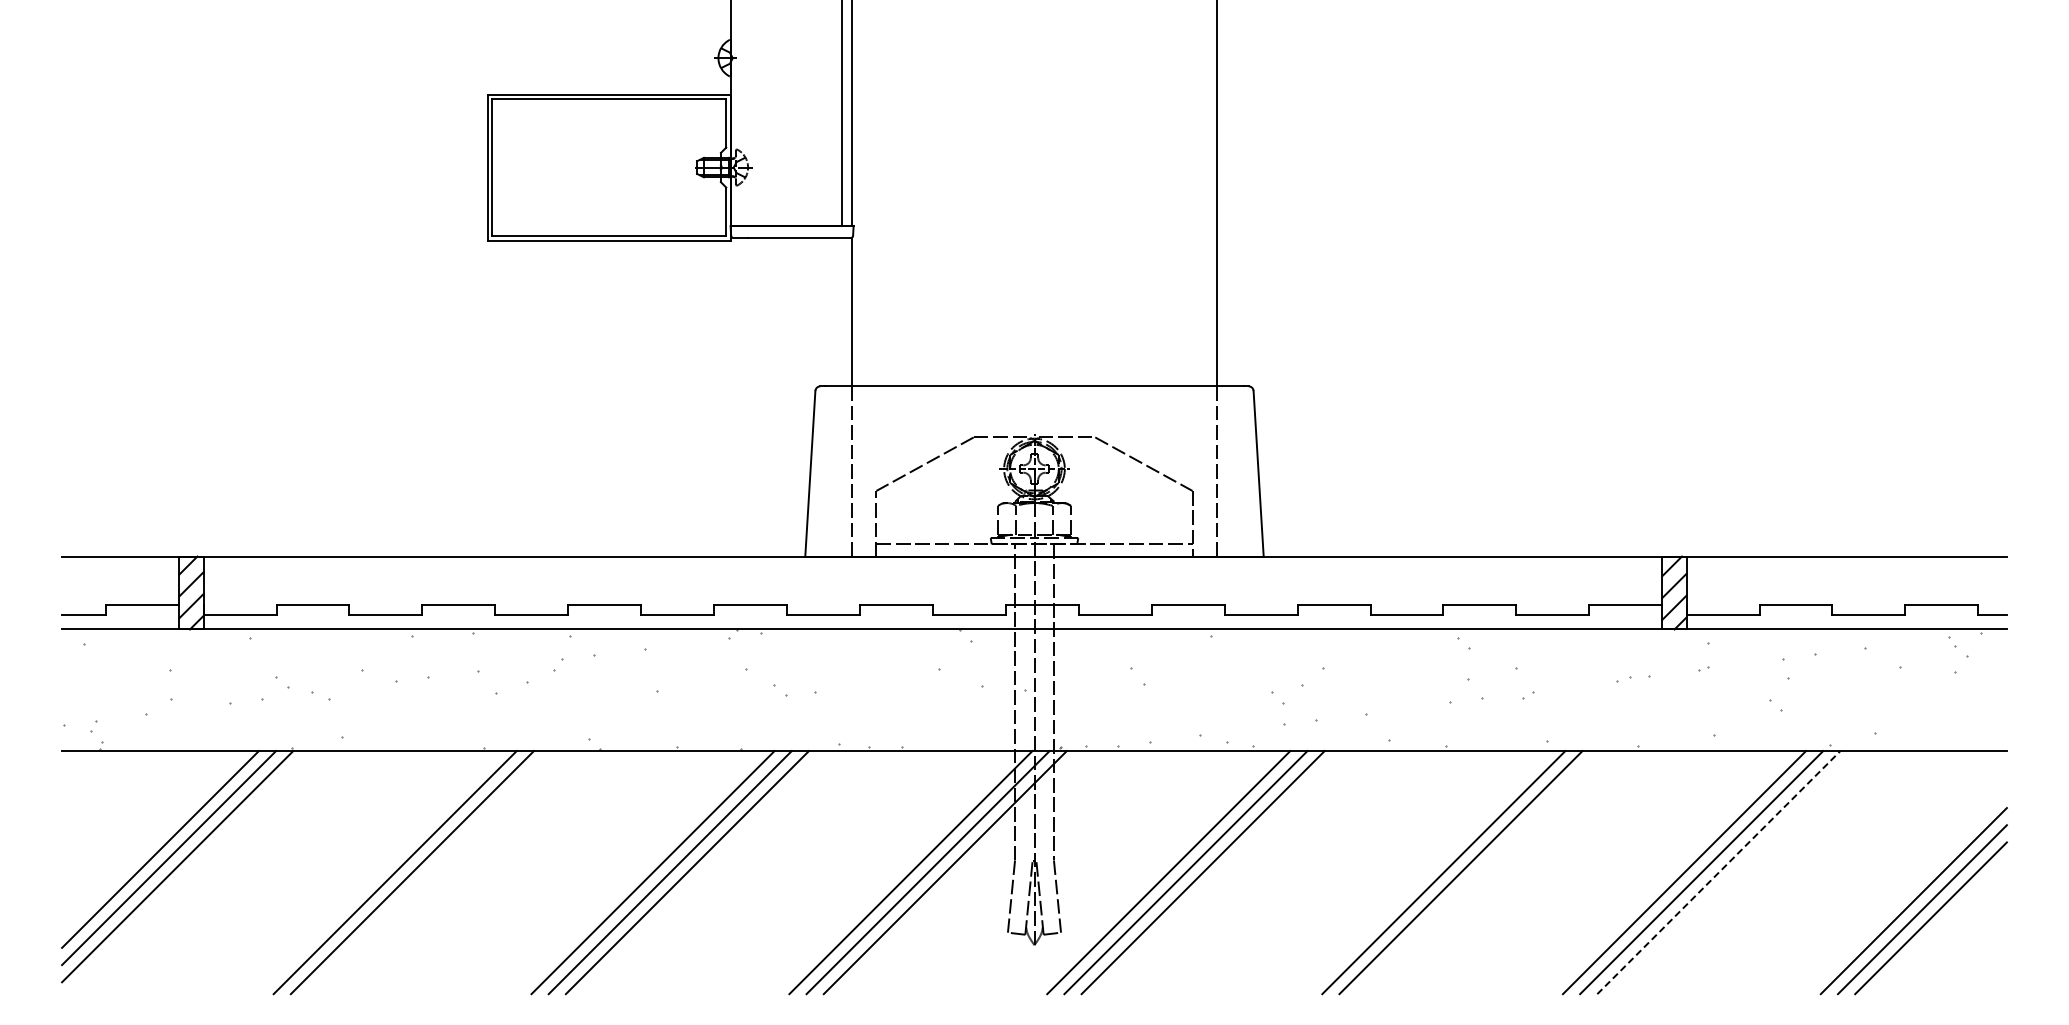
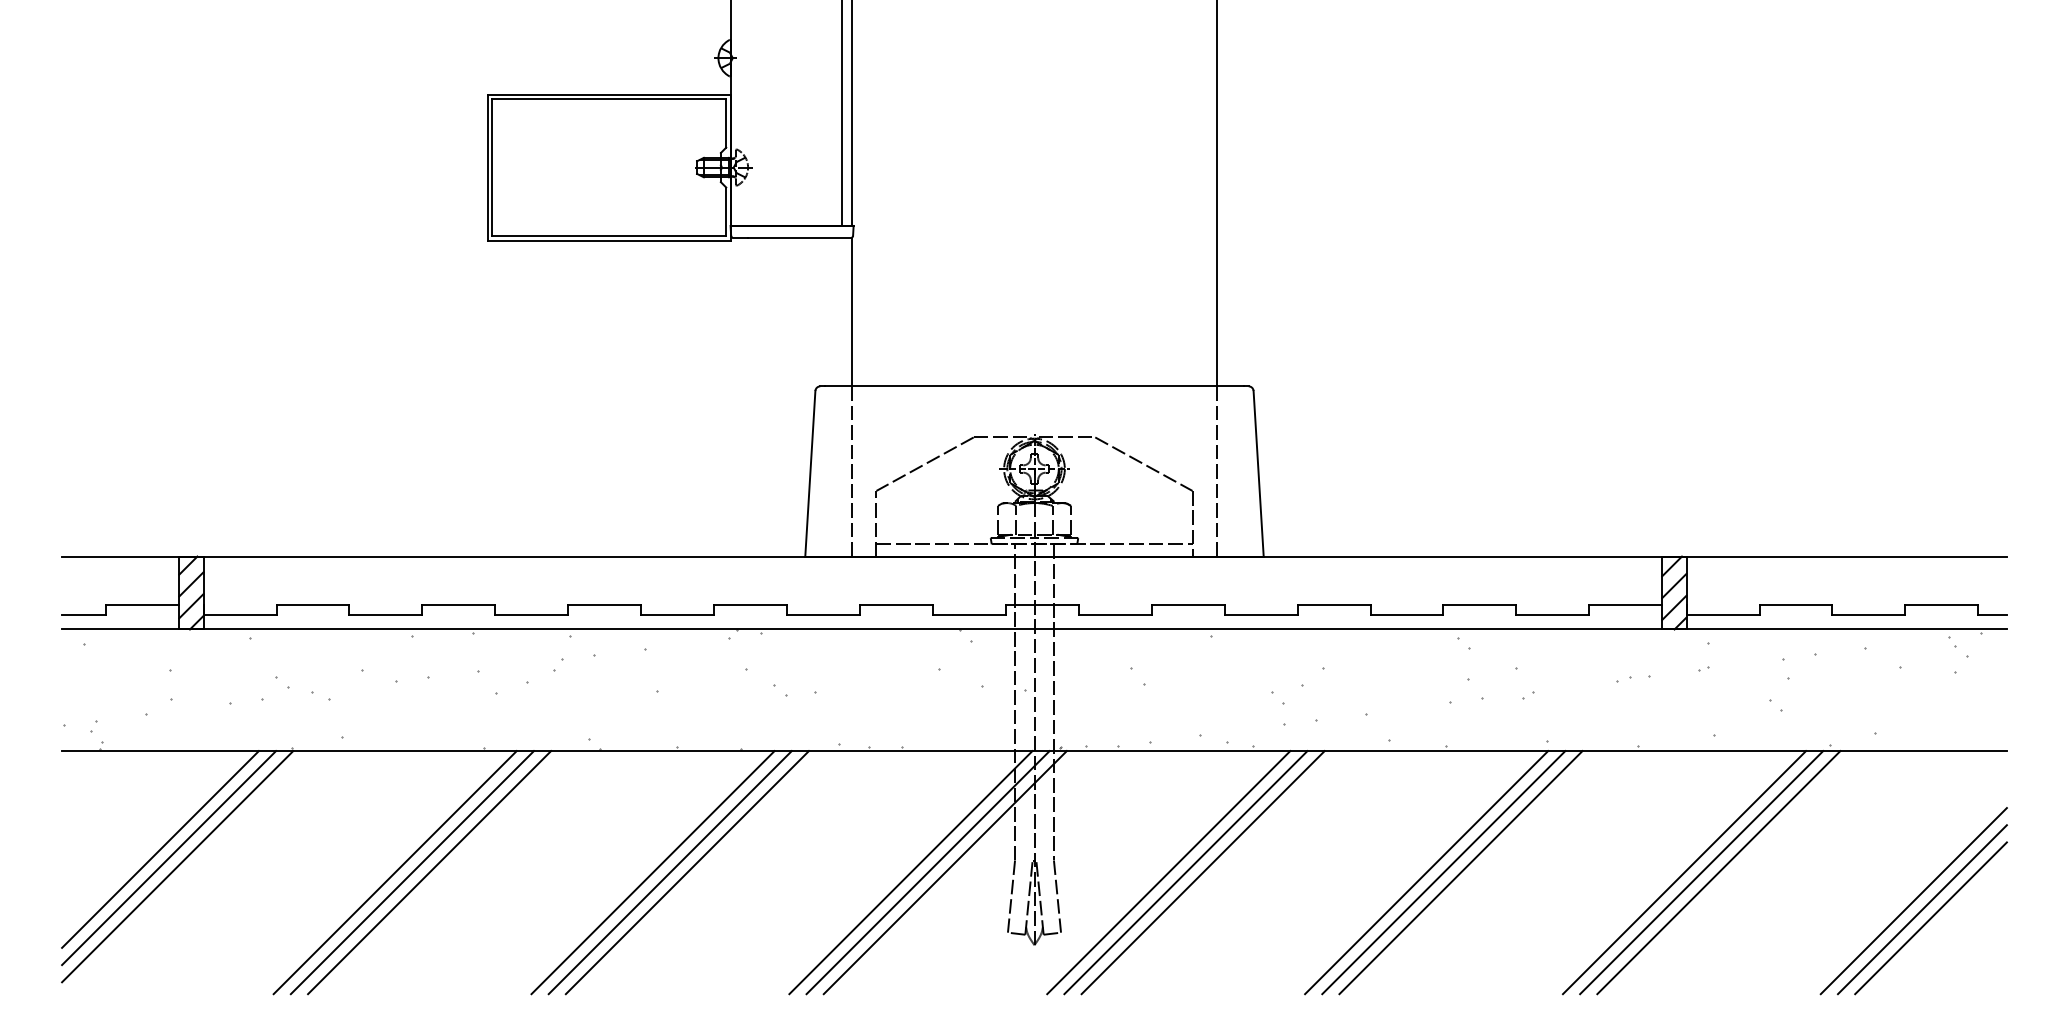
line at (429, 872): none -> present
line at (1426, 872): none -> present
line at (1718, 872): dashed -> solid
